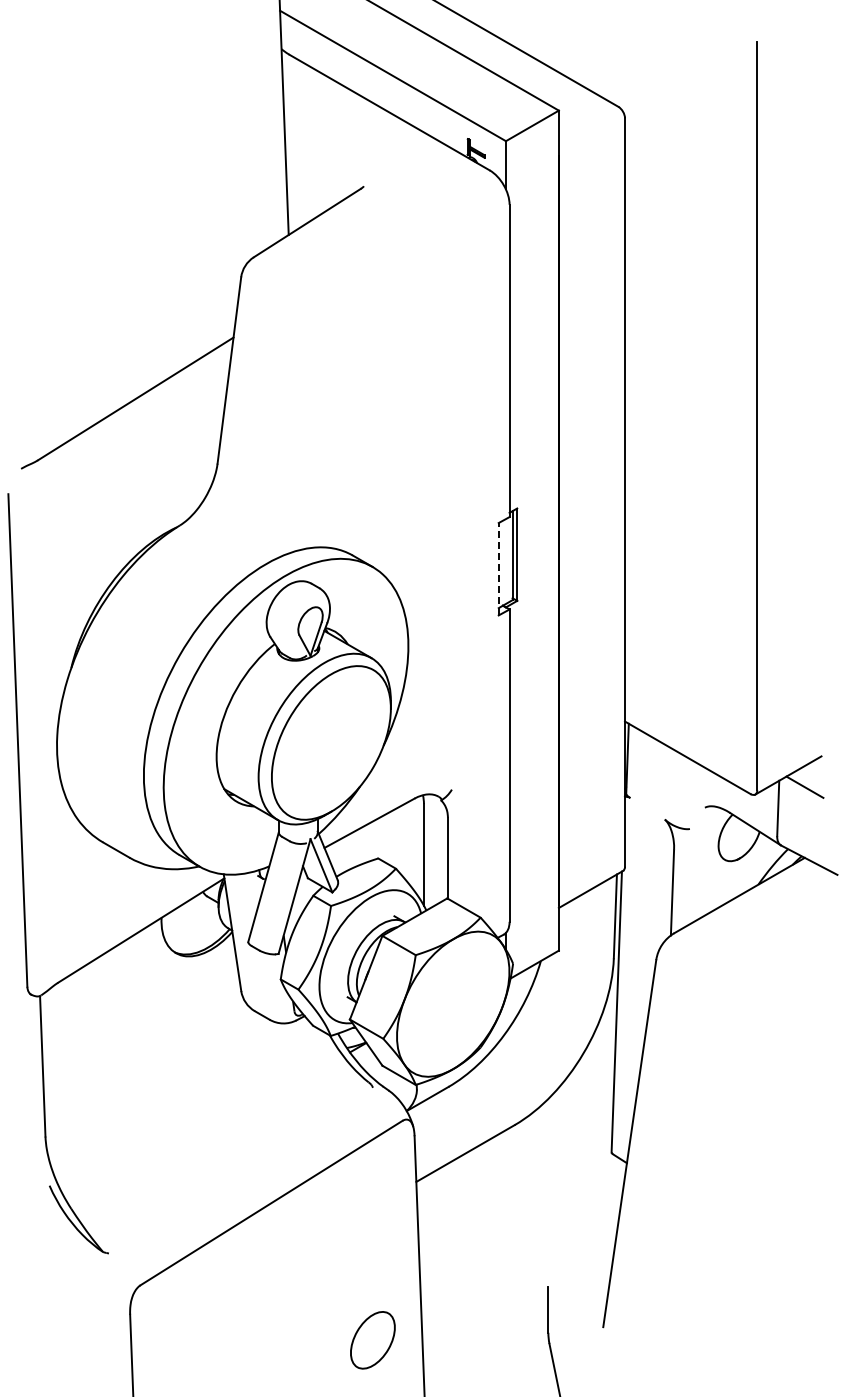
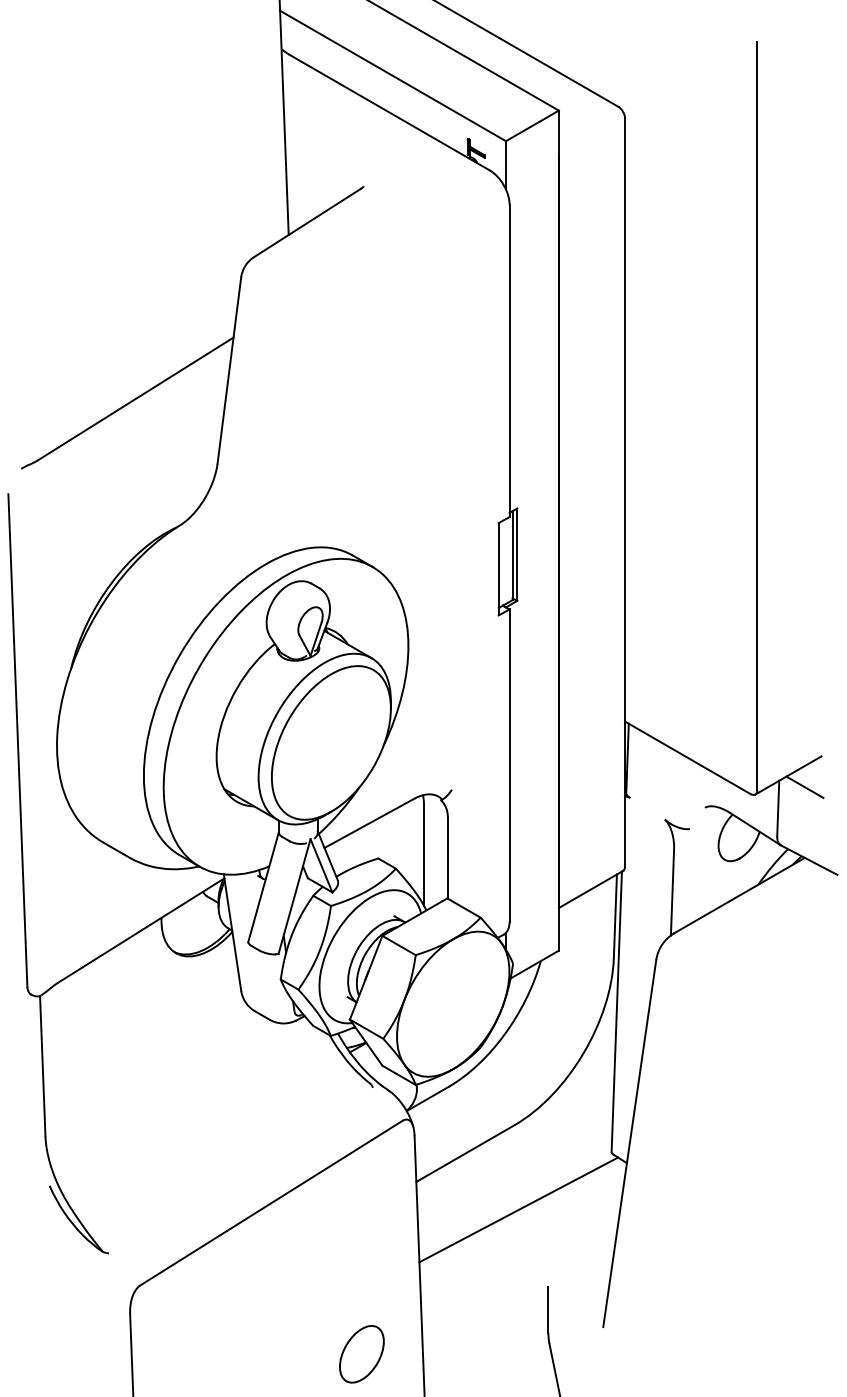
line at (498, 568): dashed -> solid
line at (518, 1209): none -> present
part at (372, 1340) position: (372, 1340) -> (361, 1354)
